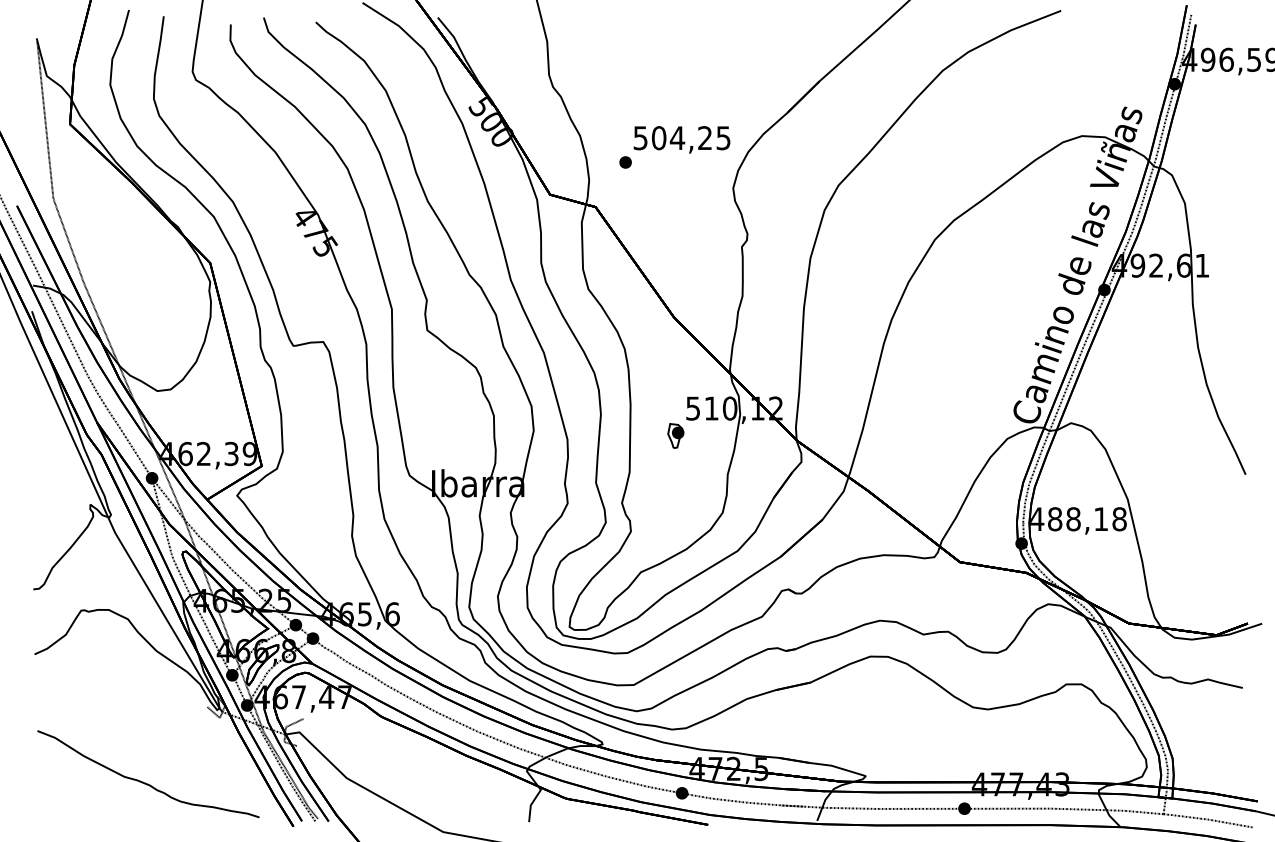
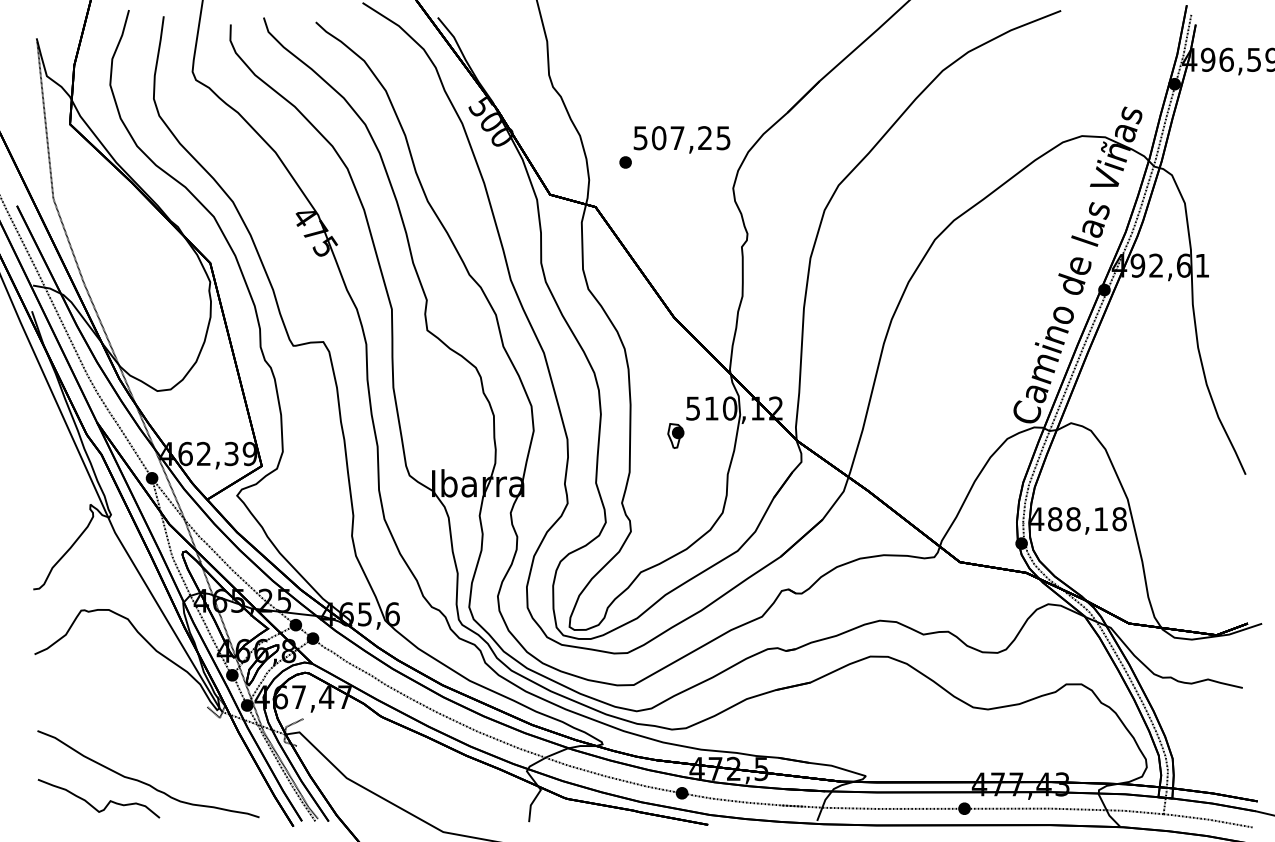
text at (677, 137): 504,25 -> 507,25
curve at (91, 804): none -> present
